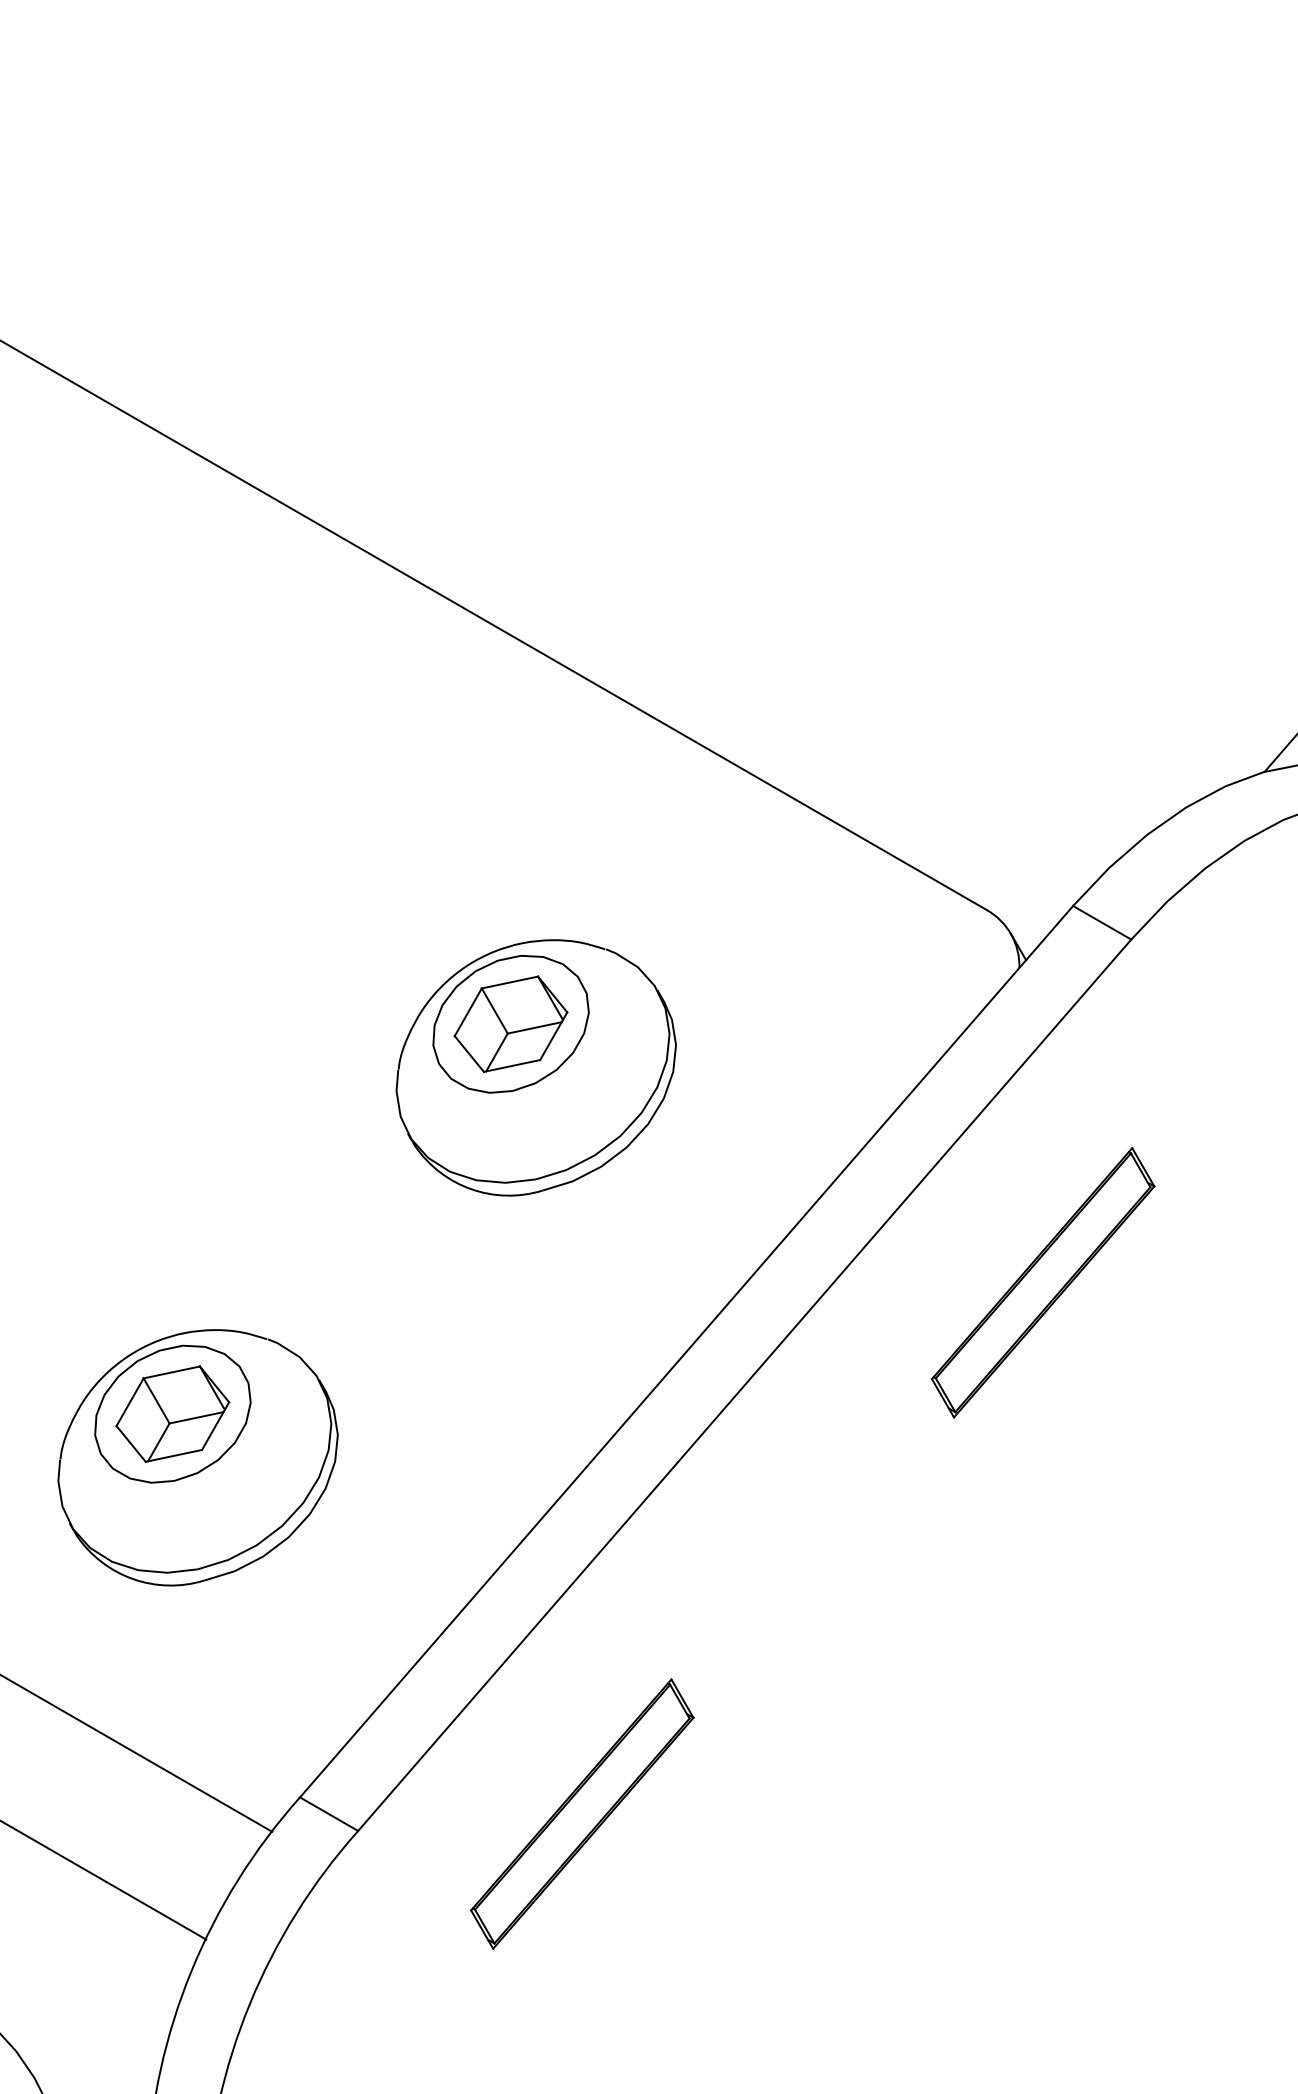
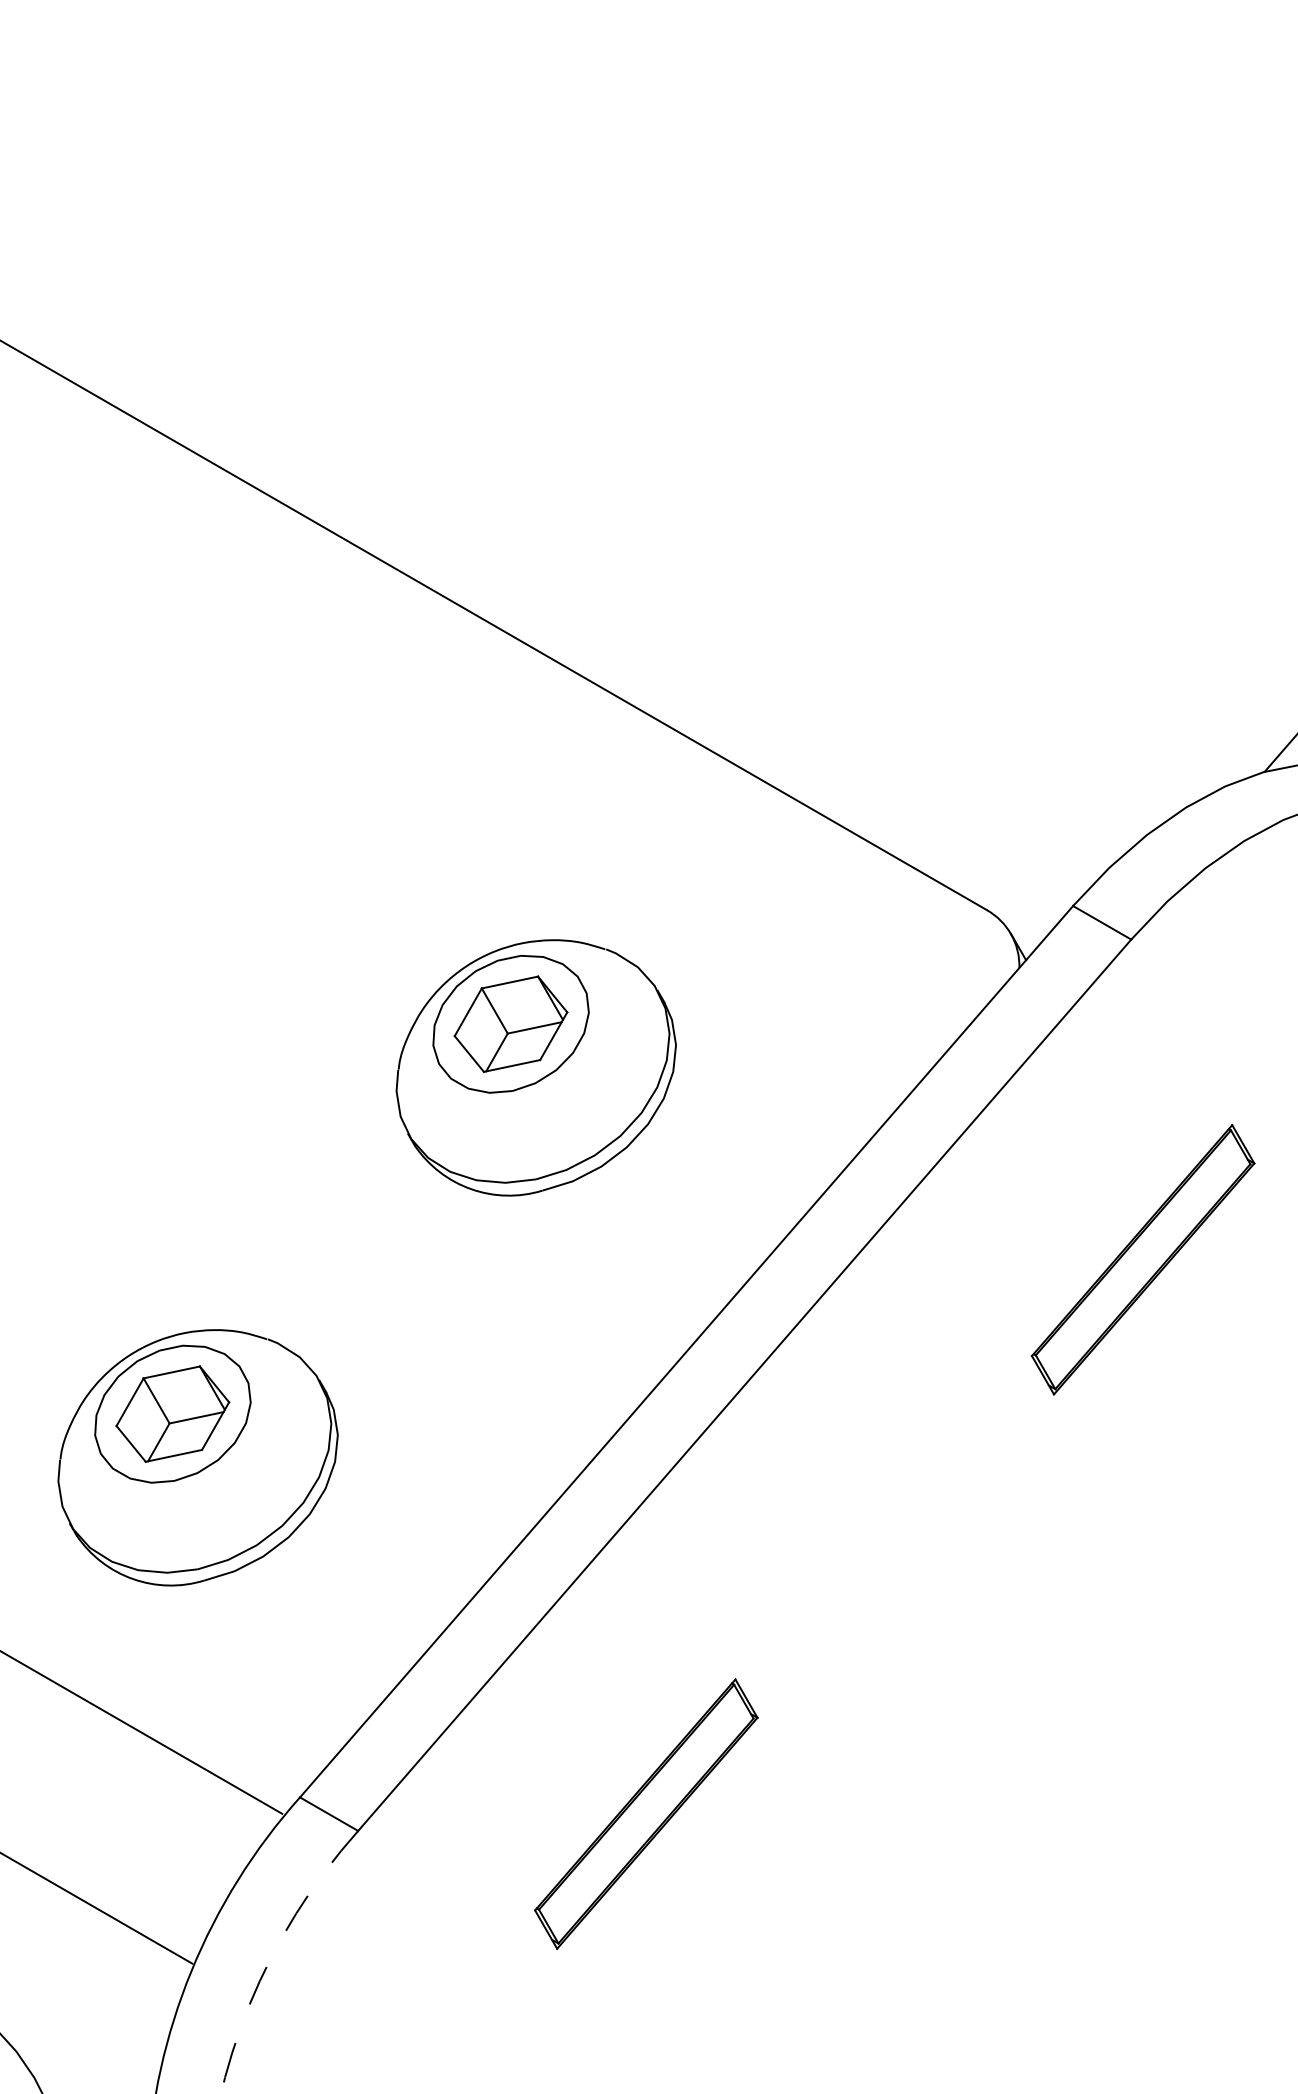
part at (1042, 1282) position: (1042, 1282) -> (1142, 1259)
line at (137, 1753) position: (137, 1753) -> (142, 1732)
part at (582, 1813) position: (582, 1813) -> (646, 1813)
line at (104, 1880) position: (104, 1880) -> (97, 1908)
arc at (272, 1954): solid -> dashed
